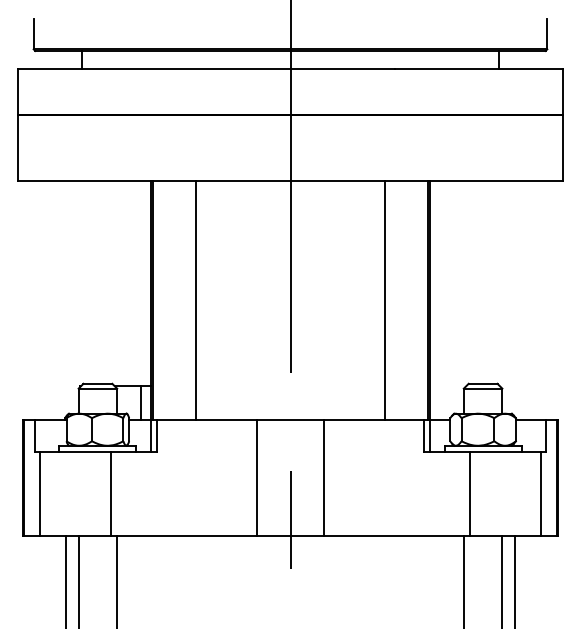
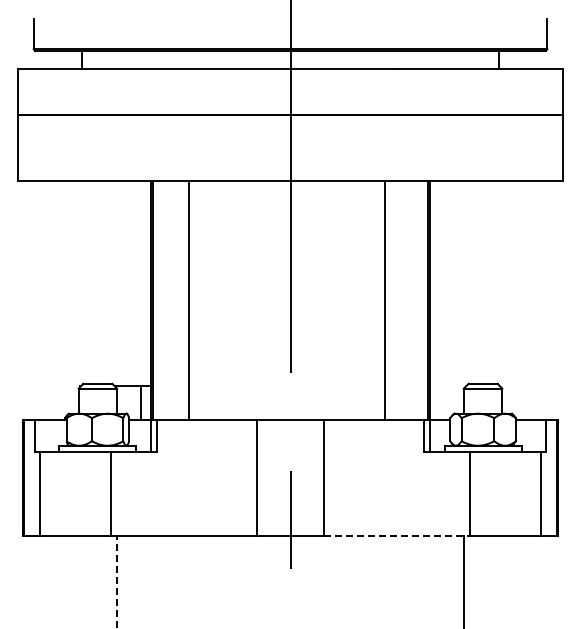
line at (195, 300) position: (195, 300) -> (188, 300)
line at (396, 535): solid -> dashed
line at (65, 580): present -> none
line at (78, 580): present -> none
line at (502, 580): present -> none
line at (515, 580): present -> none
line at (117, 581): solid -> dashed
